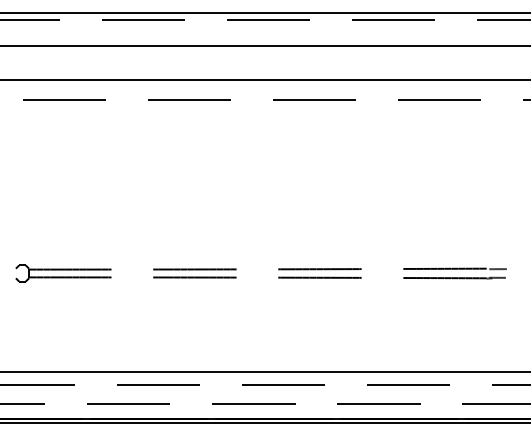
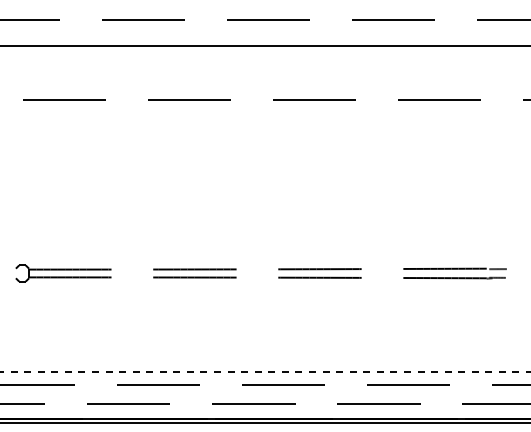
line at (264, 13): present -> none
line at (264, 80): present -> none
line at (265, 371): solid -> dashed
